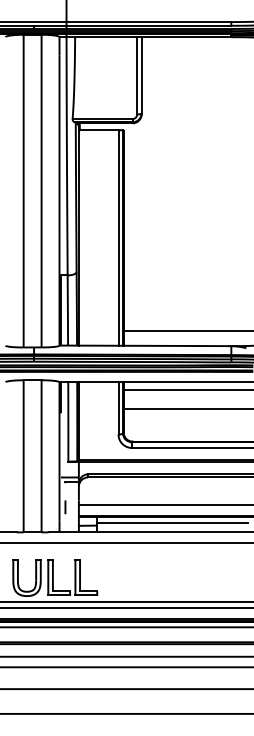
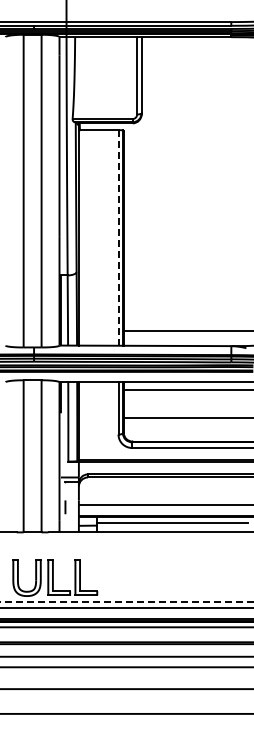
line at (118, 237): solid -> dashed
line at (186, 409) position: (186, 409) -> (186, 418)
line at (126, 542): present -> none
line at (127, 601): solid -> dashed
